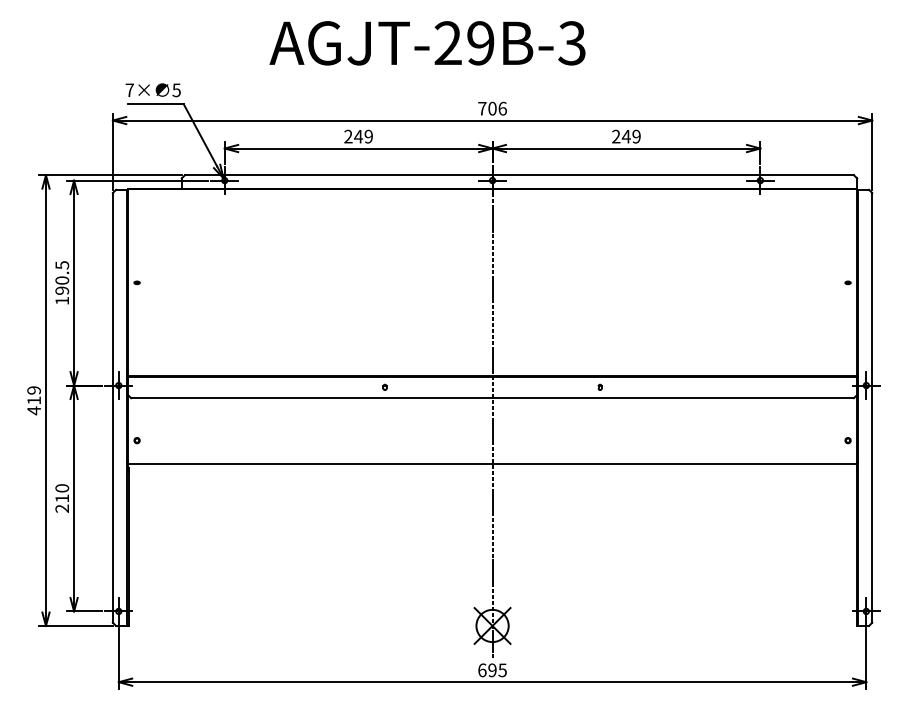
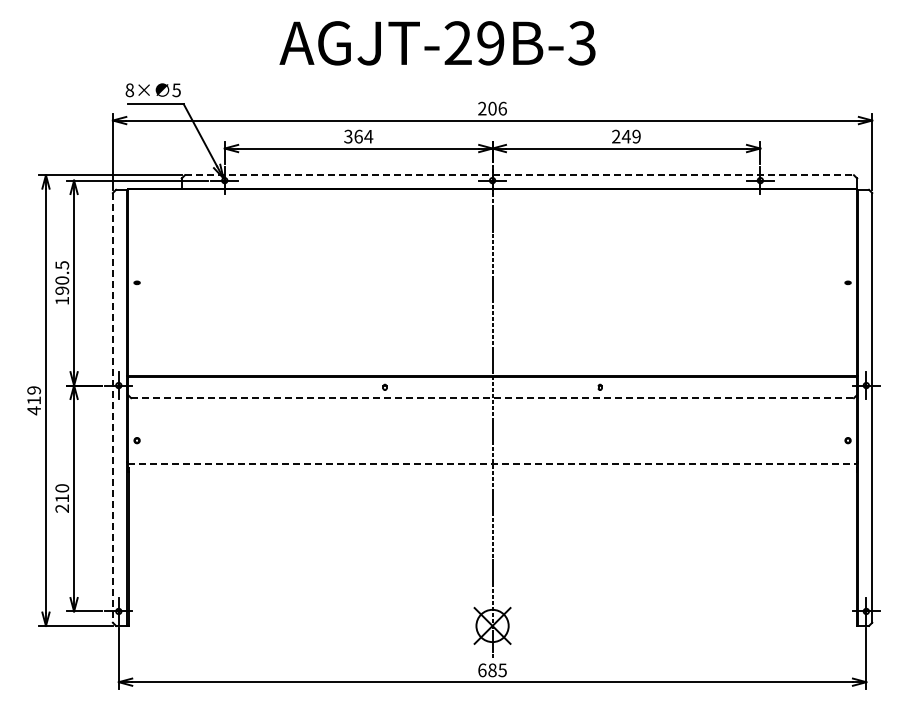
text at (427, 43) position: (427, 43) -> (437, 43)
text at (129, 90): 7× -> 8×
text at (482, 108): 706 -> 206
text at (358, 136): 249 -> 364
line at (519, 175): solid -> dashed
line at (493, 398): solid -> dashed
line at (112, 407): solid -> dashed
line at (492, 464): solid -> dashed
text at (492, 670): 695 -> 685
